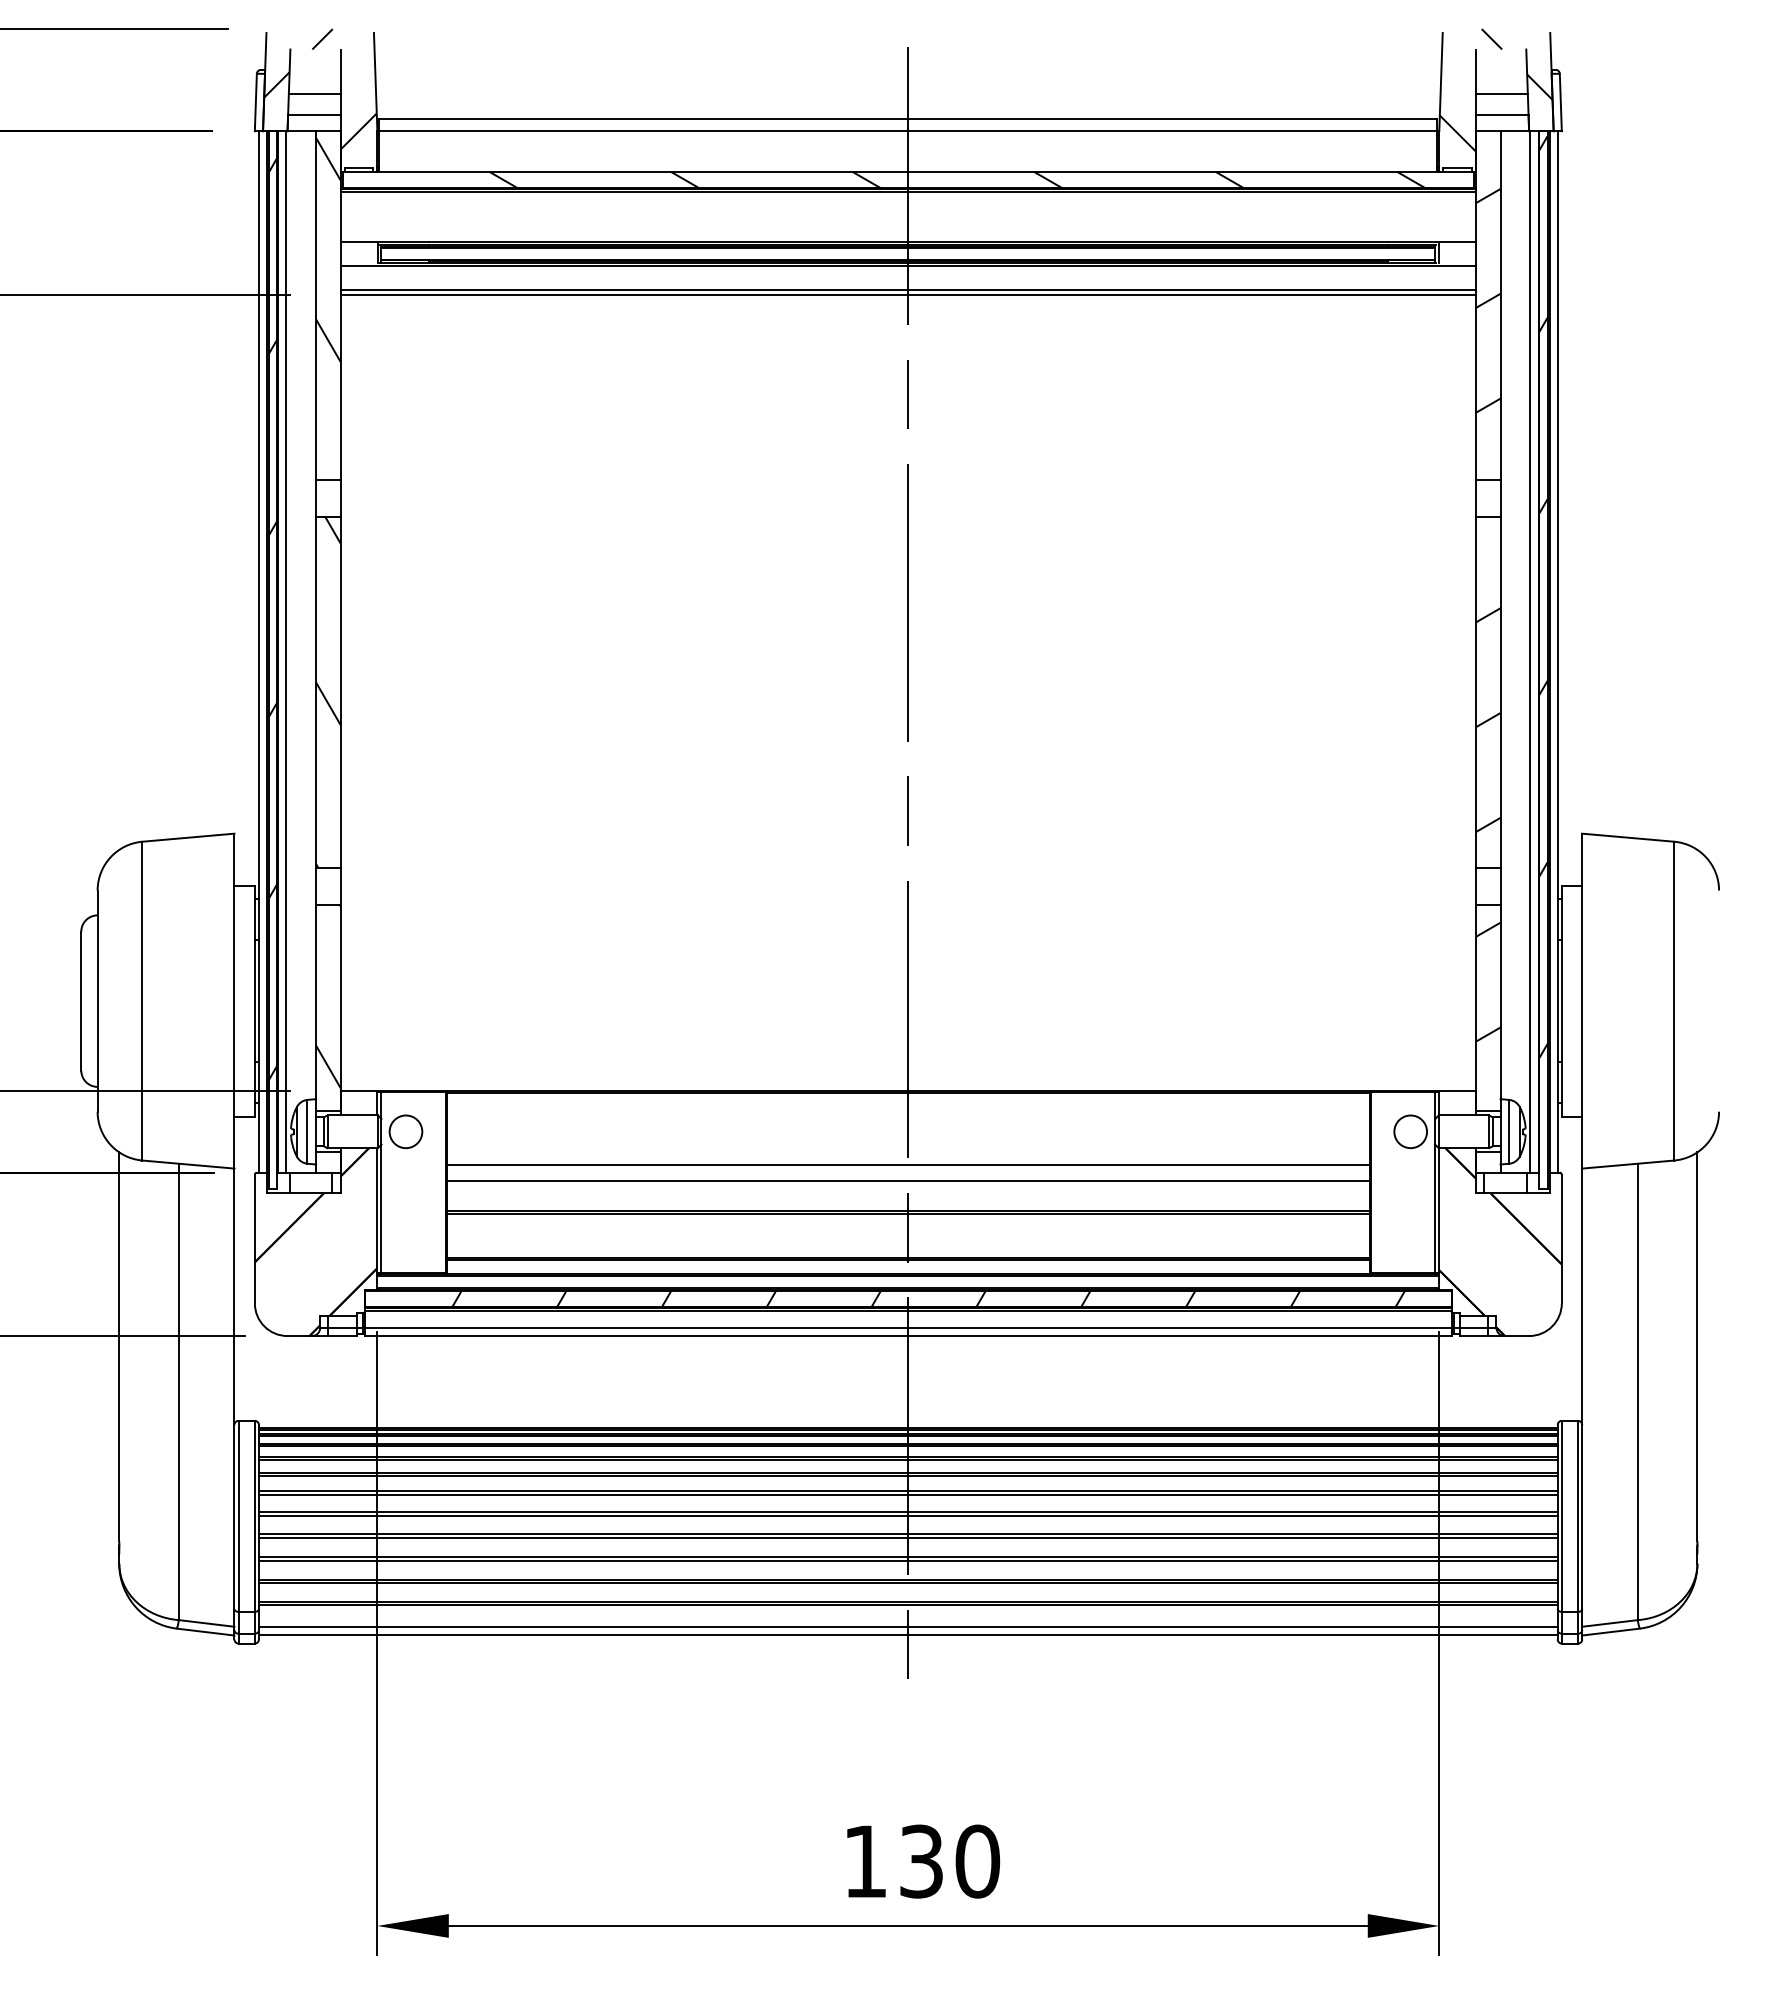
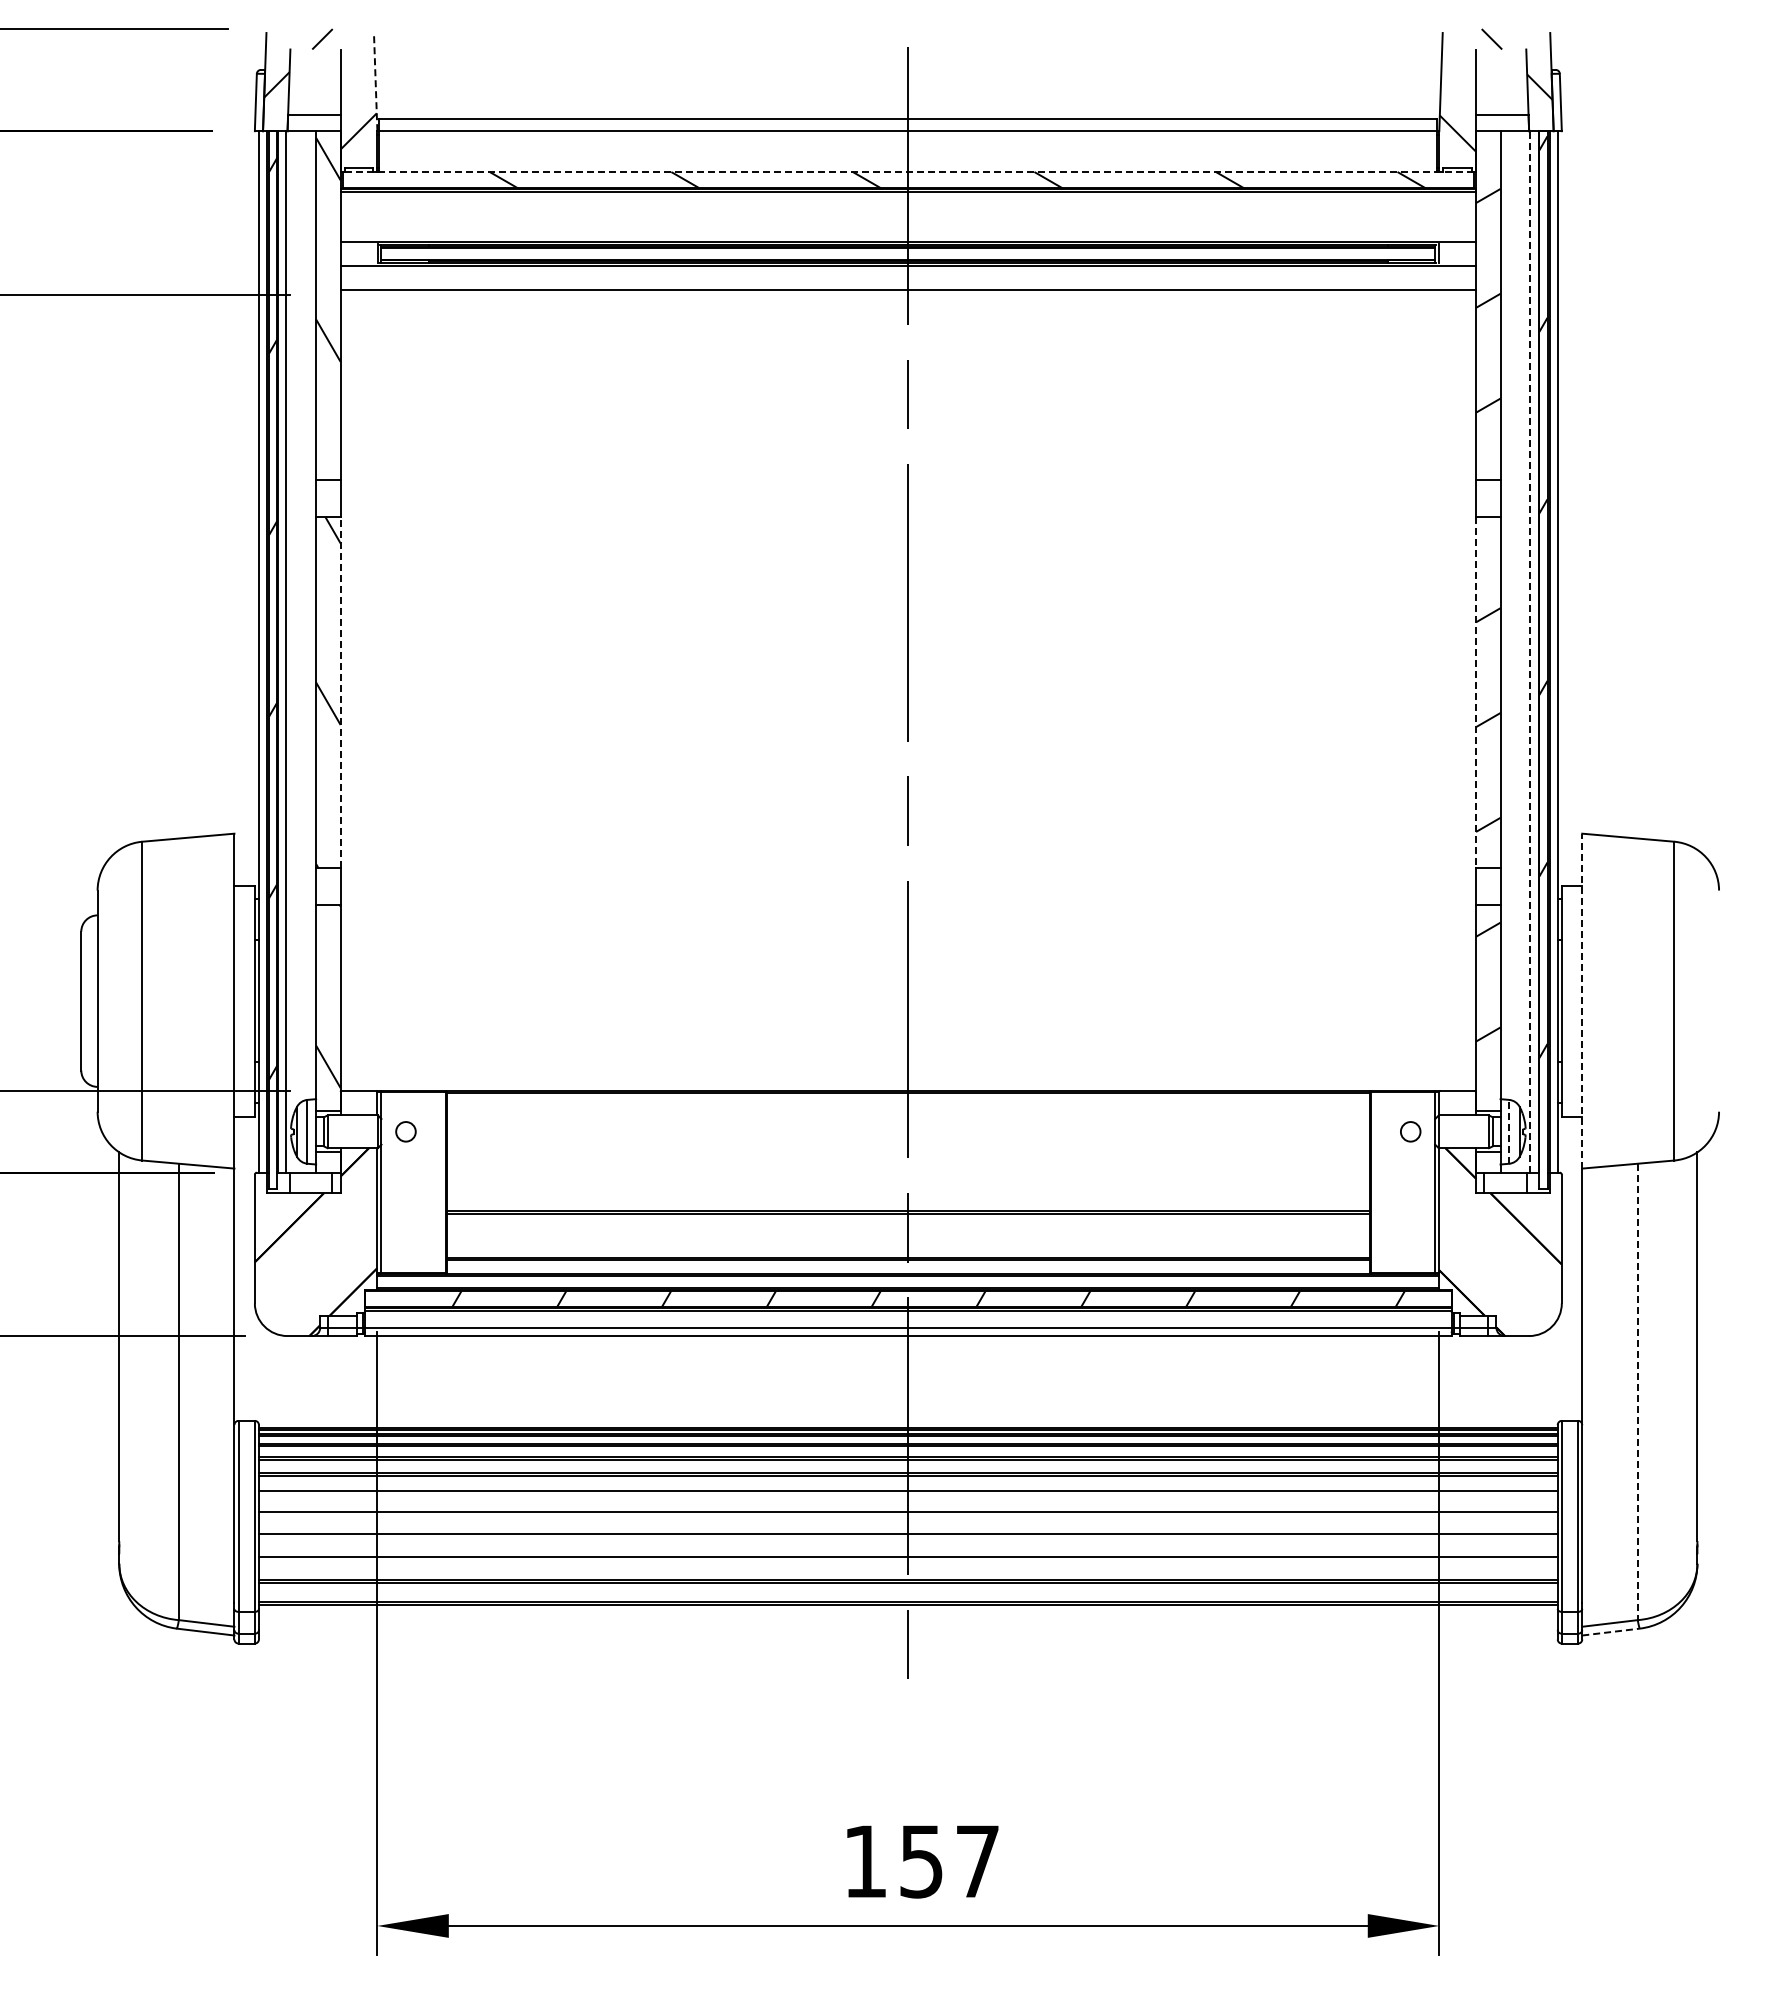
line at (375, 81): solid -> dashed
line at (314, 94): present -> none
line at (1501, 94): present -> none
line at (908, 172): solid -> dashed
line at (908, 294): present -> none
line at (1530, 651): solid -> dashed
line at (340, 692): solid -> dashed
line at (1476, 692): solid -> dashed
line at (1582, 1000): solid -> dashed
circle at (405, 1131) diameter: 33 px -> 20 px
circle at (1410, 1131) diameter: 33 px -> 20 px
line at (1509, 1131): solid -> dashed
line at (907, 1164): present -> none
line at (907, 1180): present -> none
line at (1637, 1392): solid -> dashed
line at (907, 1494): present -> none
line at (907, 1515): present -> none
line at (907, 1537): present -> none
line at (907, 1560): present -> none
line at (907, 1626): present -> none
line at (1611, 1632): solid -> dashed
line at (907, 1635): present -> none
text at (950, 1861): 130 -> 157
